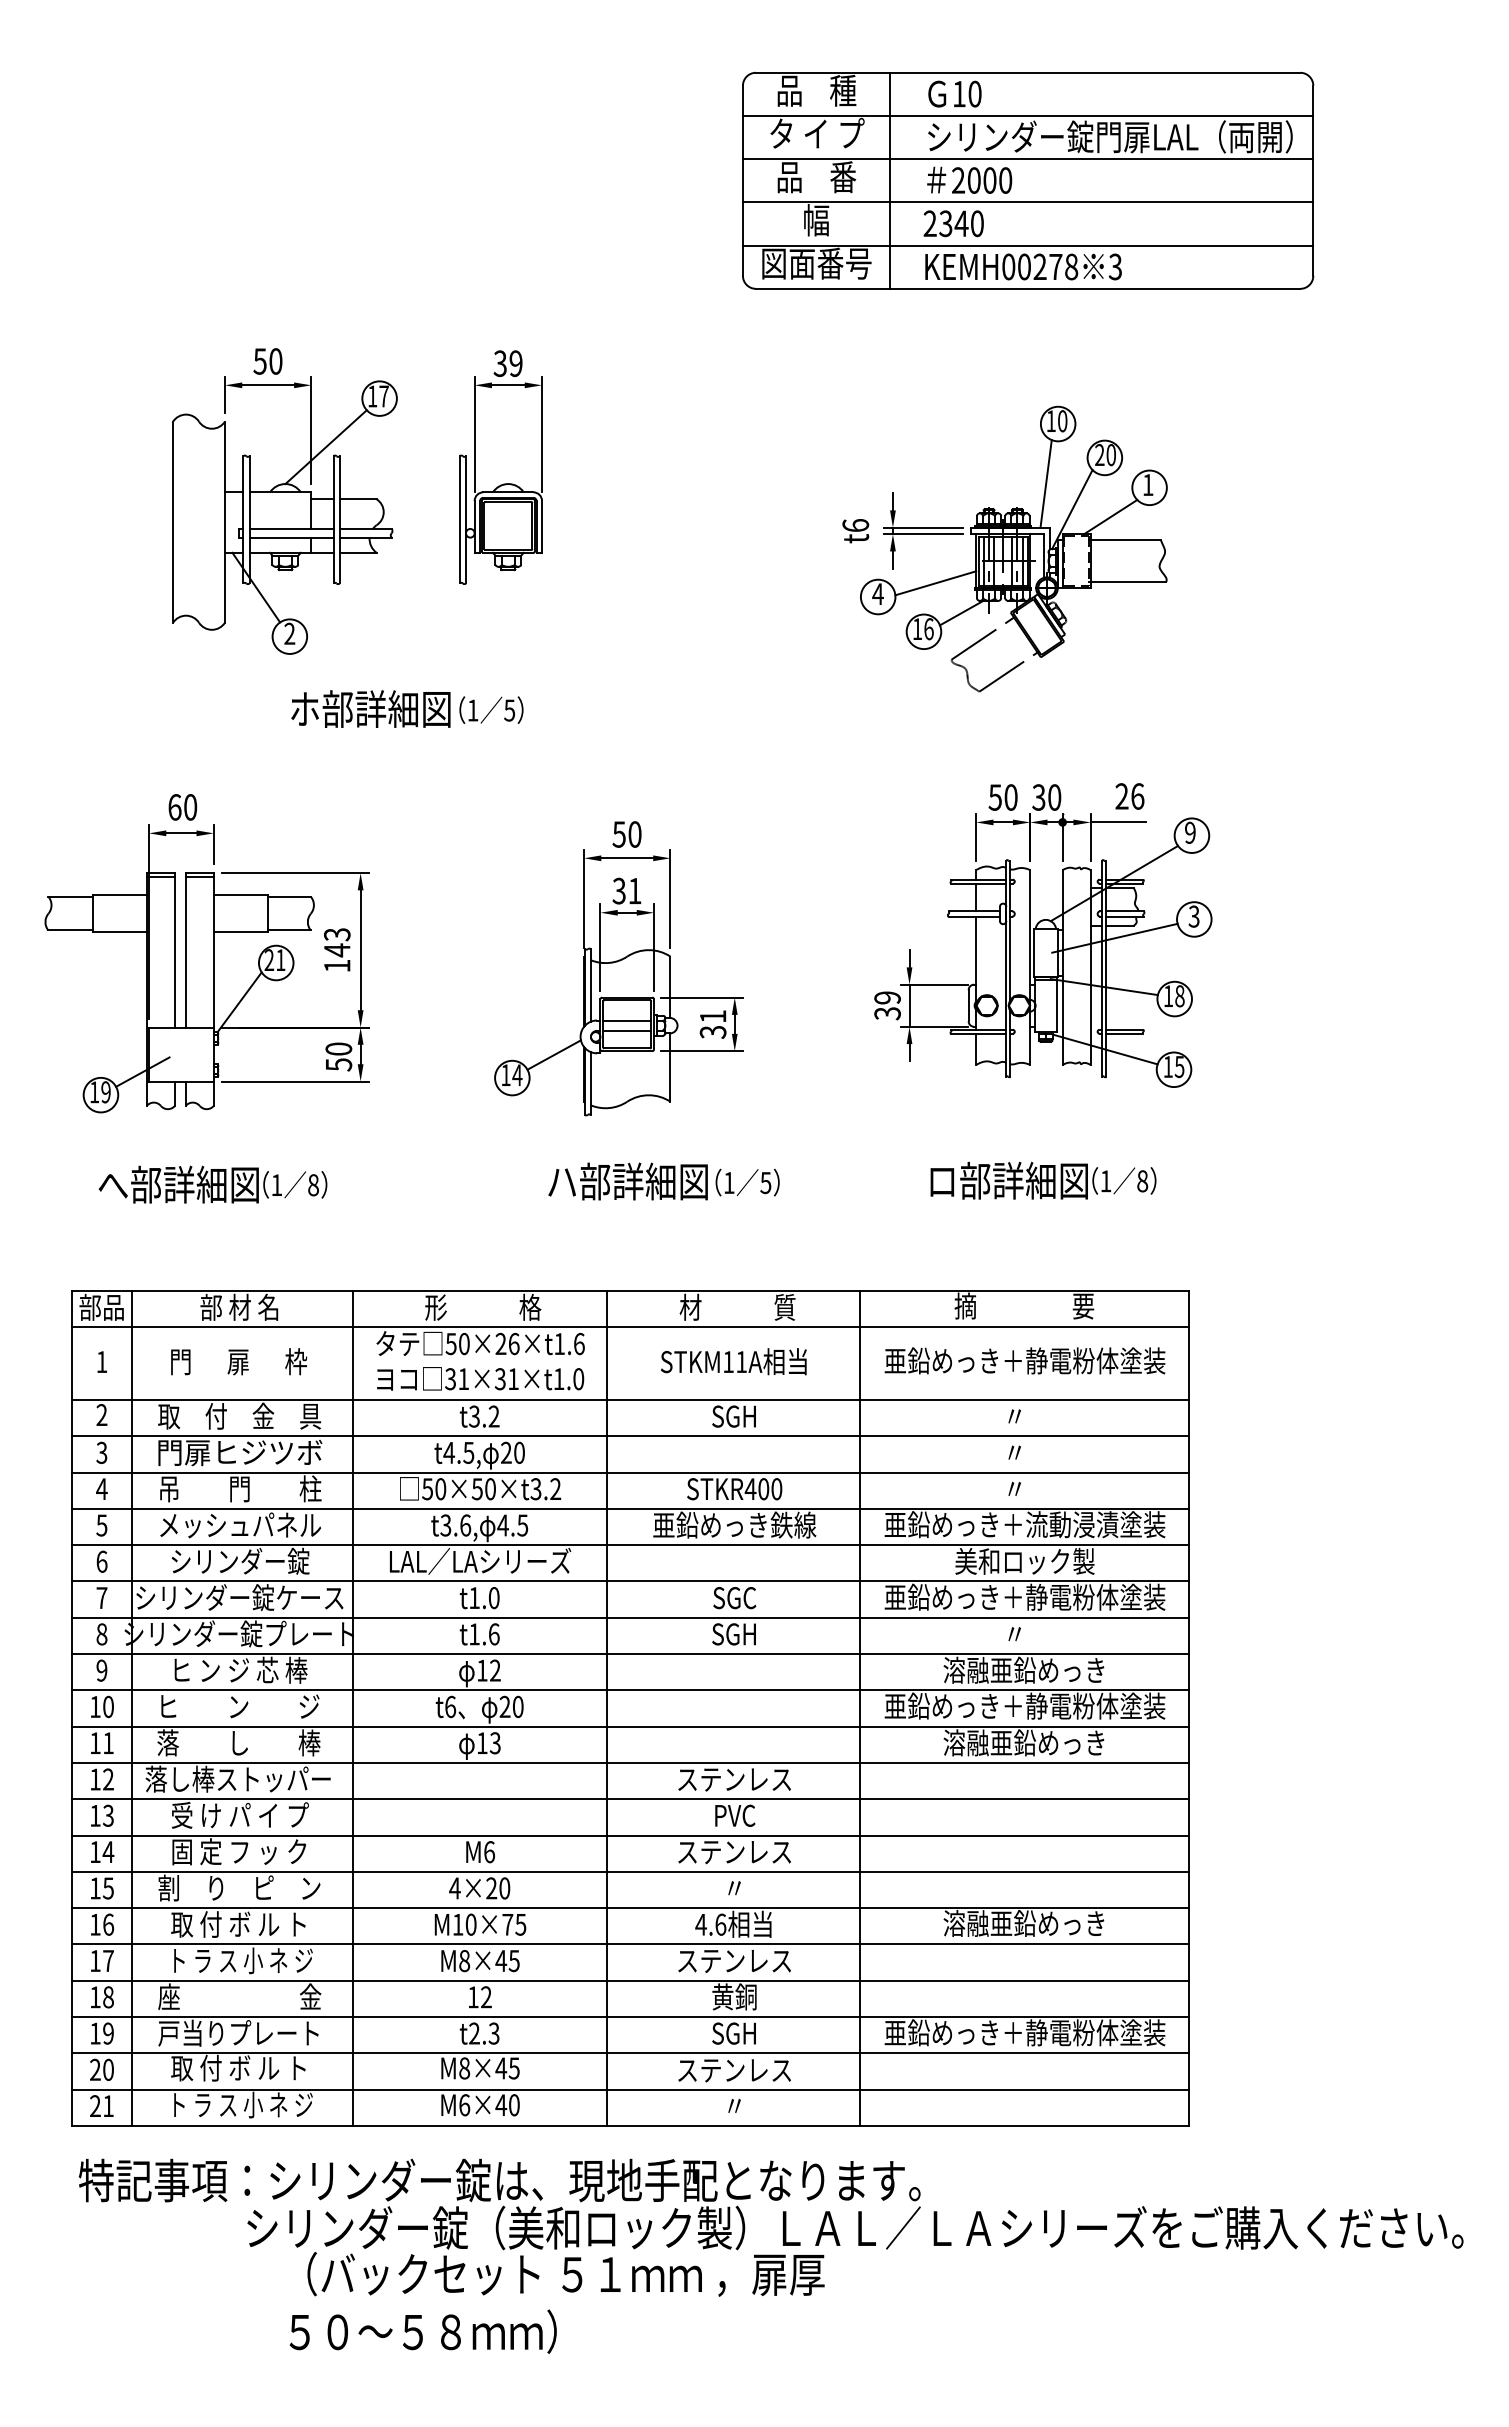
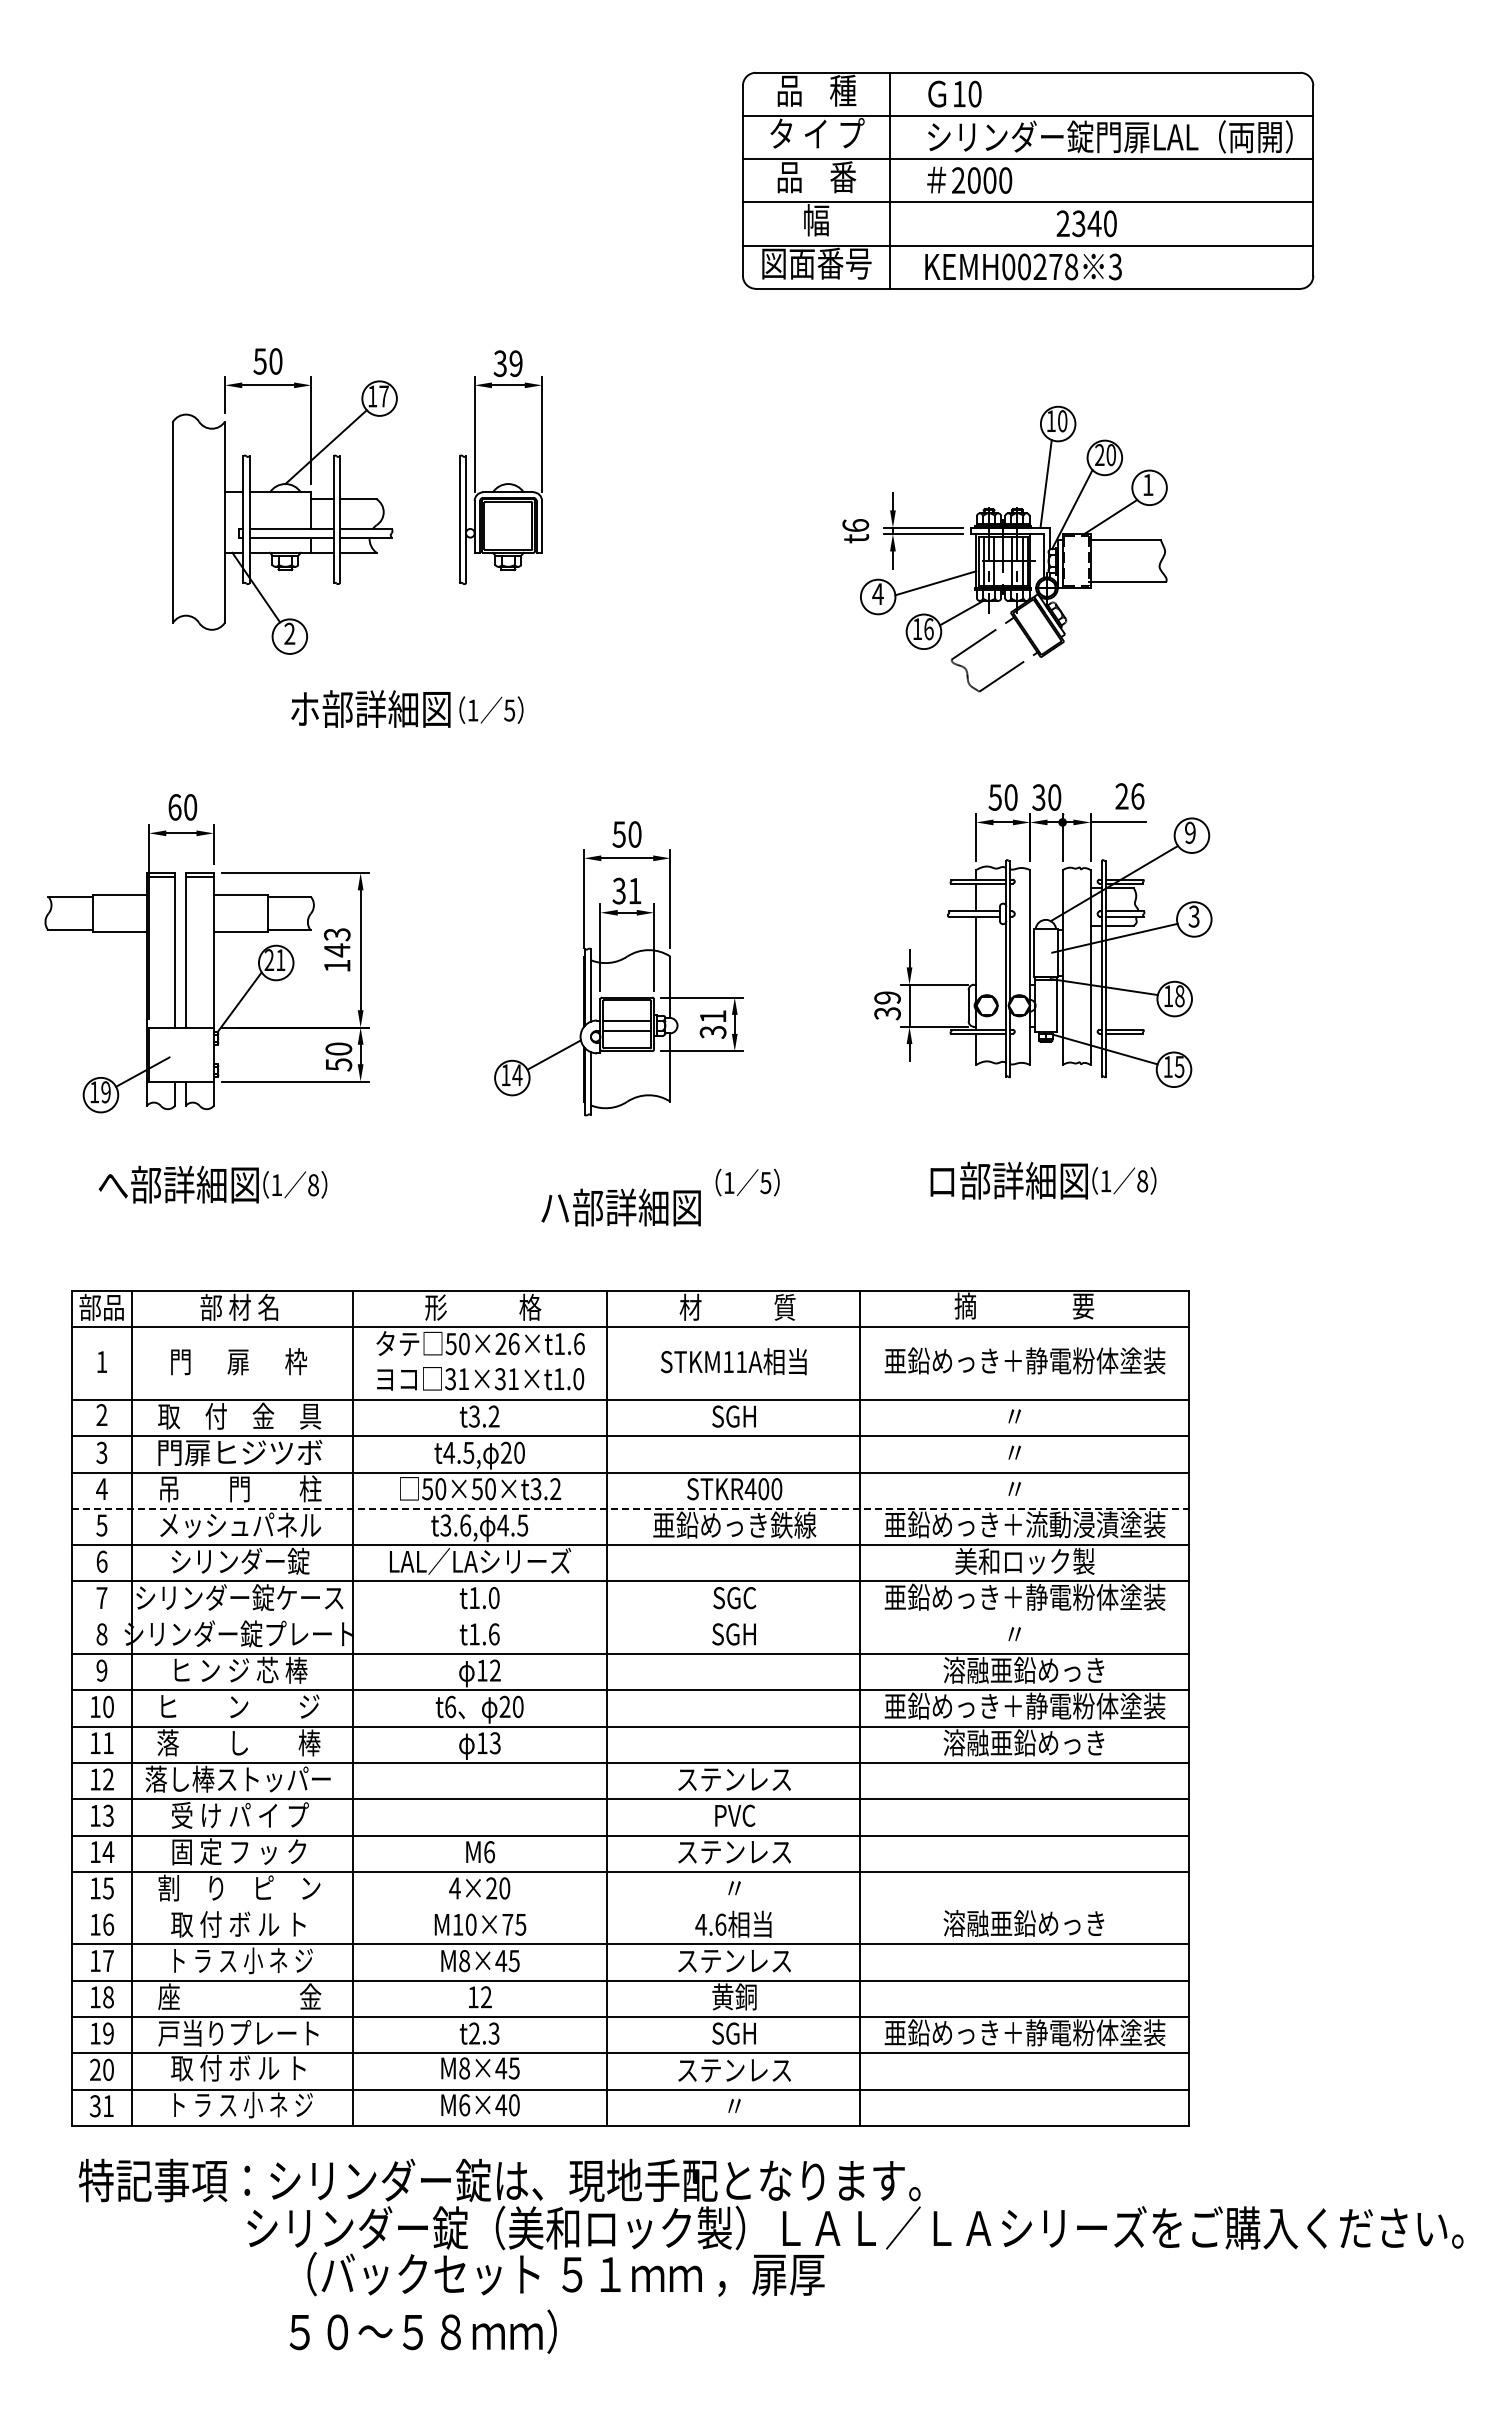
text at (953, 223) position: (953, 223) -> (1086, 223)
text at (627, 1181) position: (627, 1181) -> (620, 1207)
line at (630, 1508): solid -> dashed
line at (629, 1617): present -> none
line at (629, 1908): present -> none
text at (94, 2106): 21 -> 31
